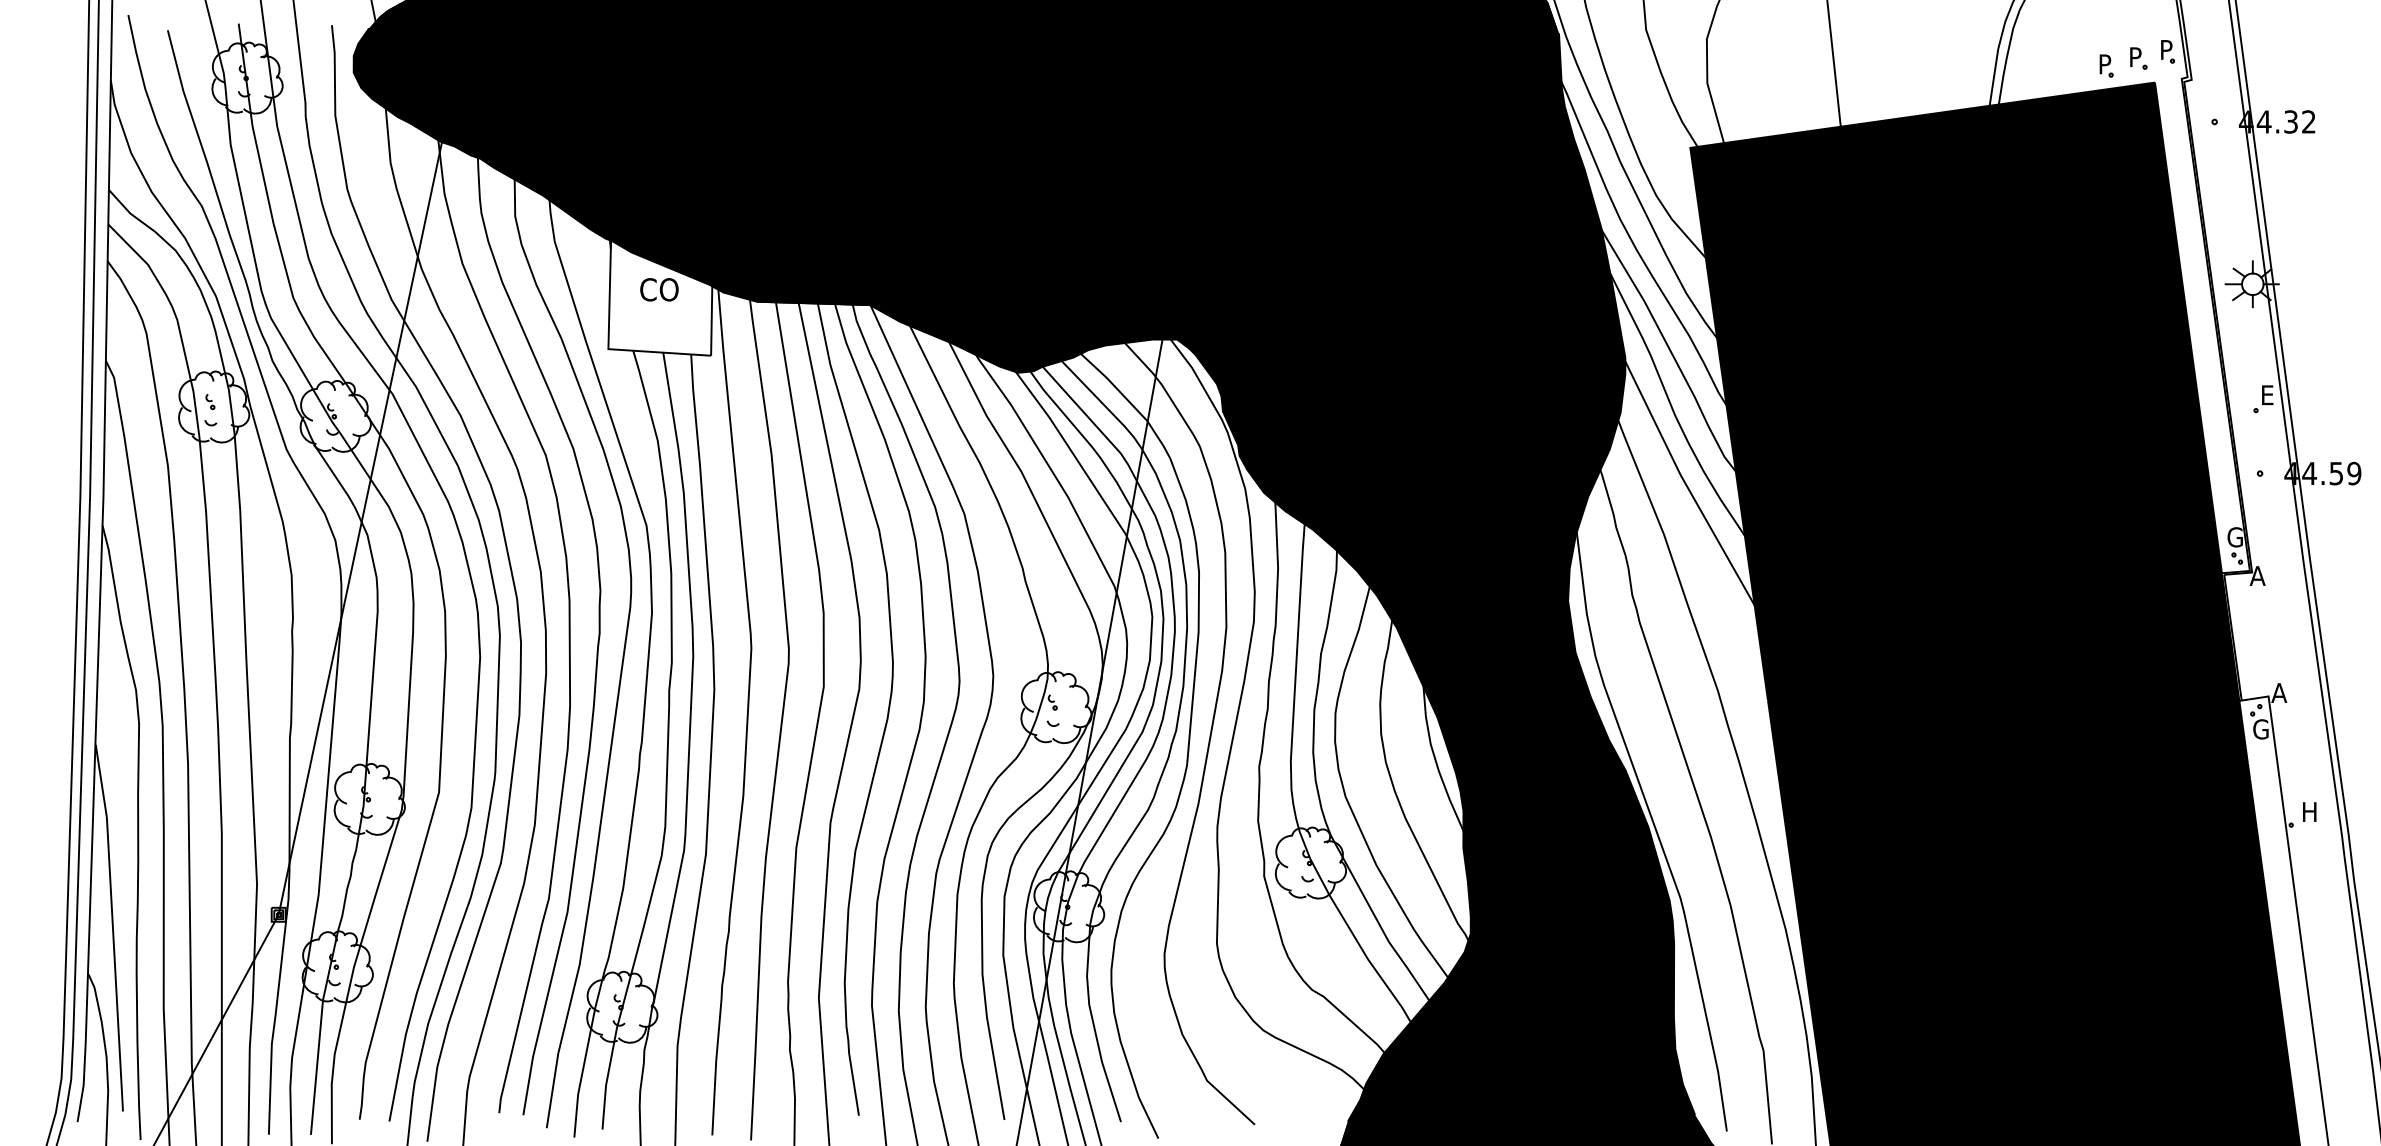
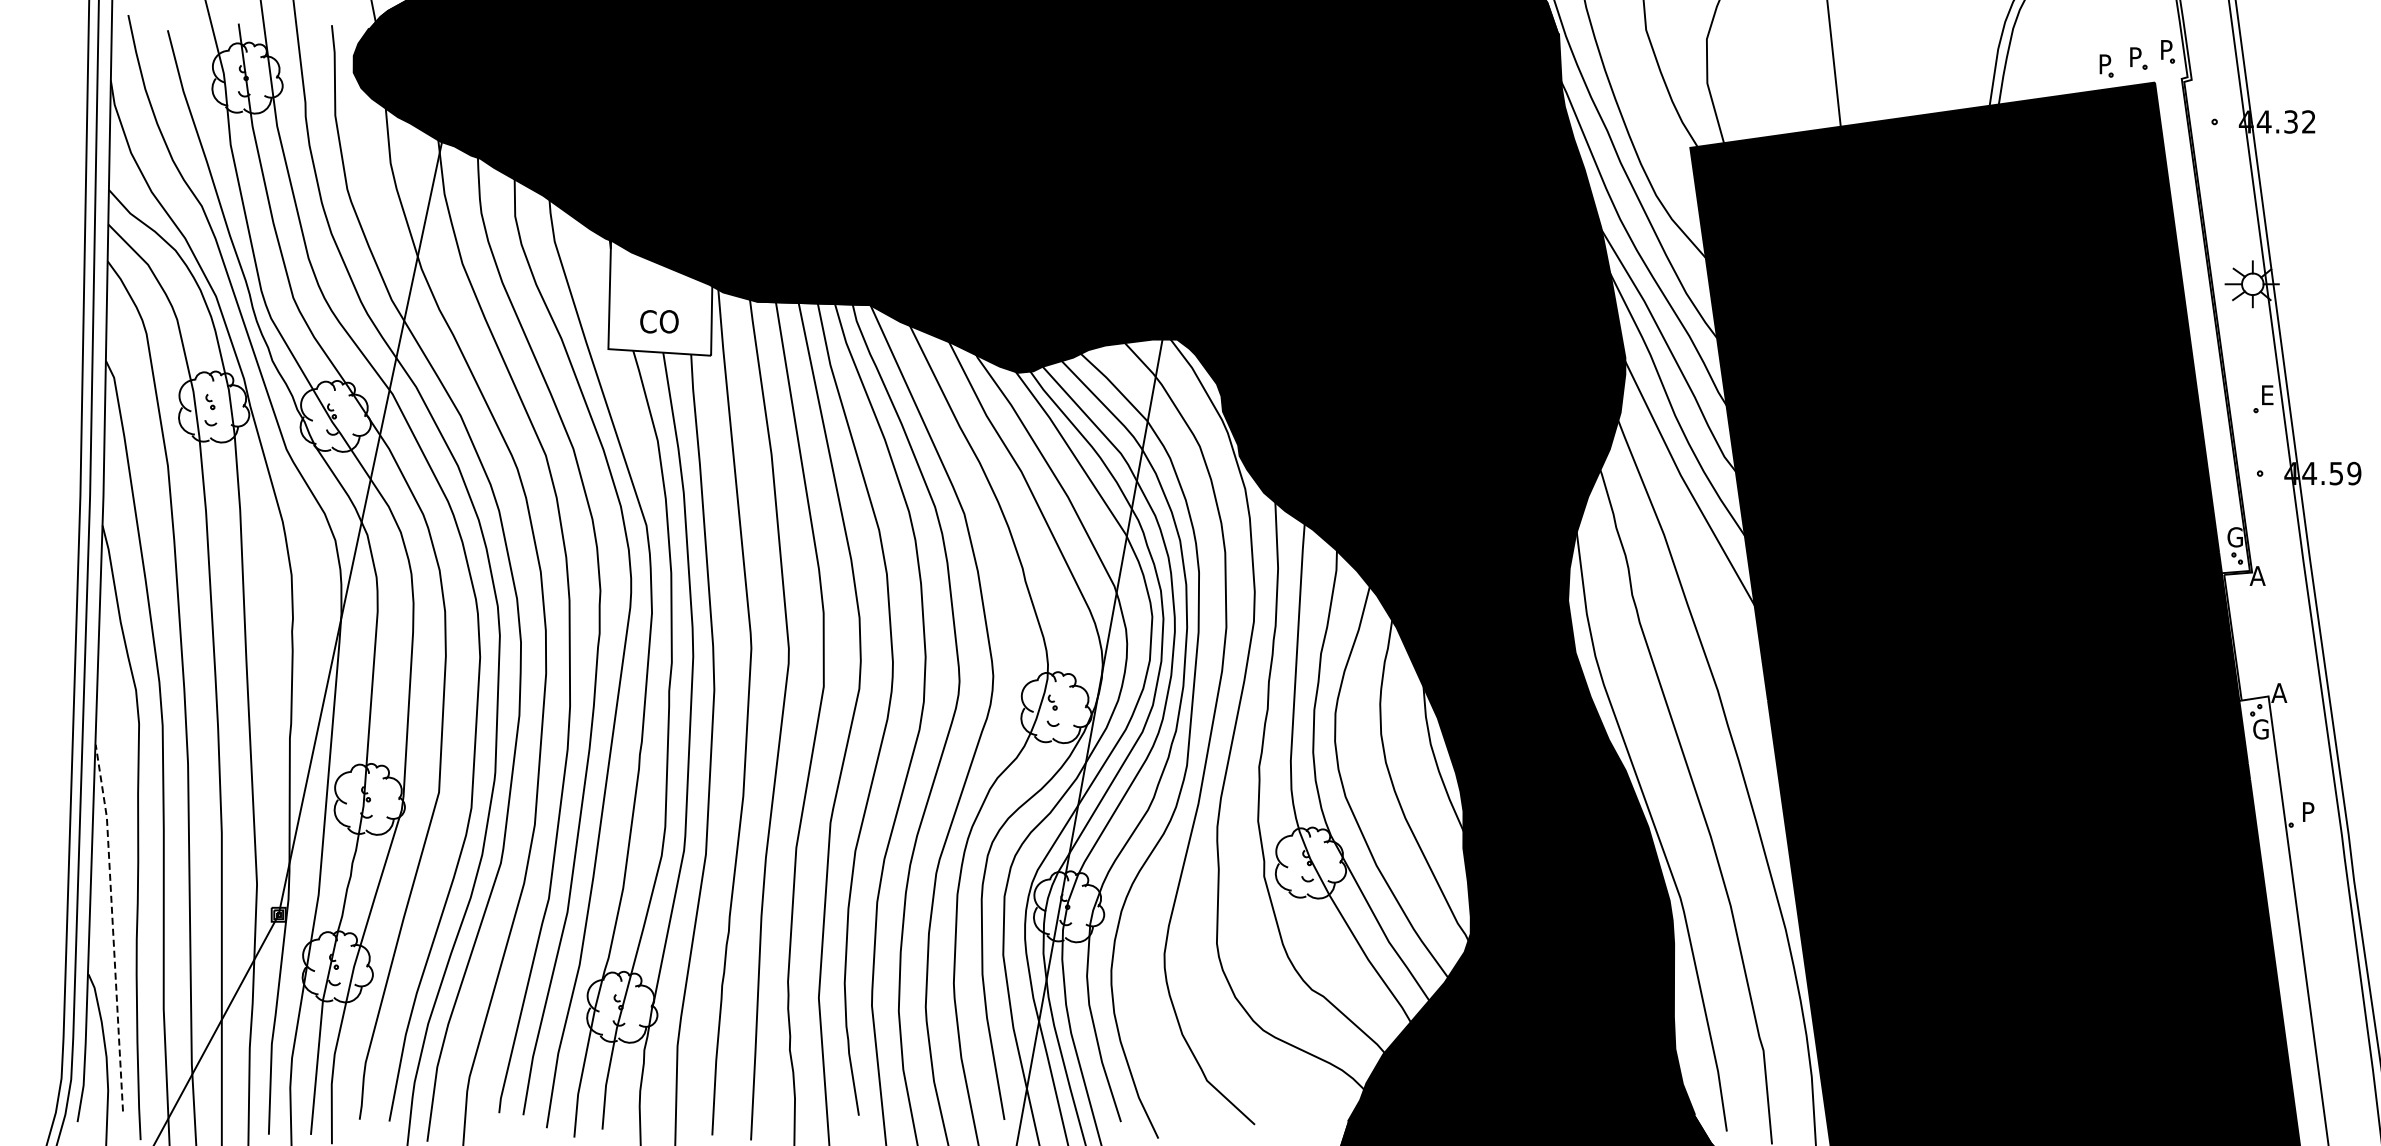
text at (659, 289) position: (659, 289) -> (659, 321)
text at (2310, 811): H -> P
line at (112, 927): solid -> dashed
